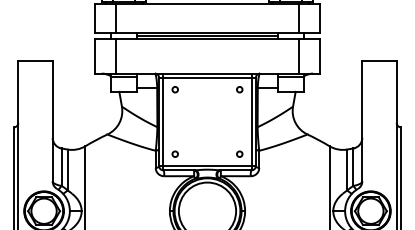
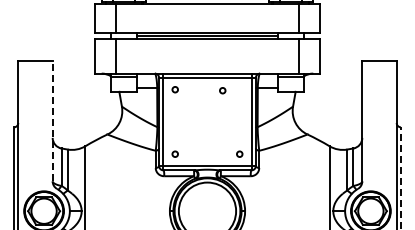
circle at (239, 89) position: (239, 89) -> (222, 90)
line at (52, 120): solid -> dashed
line at (401, 178): solid -> dashed
